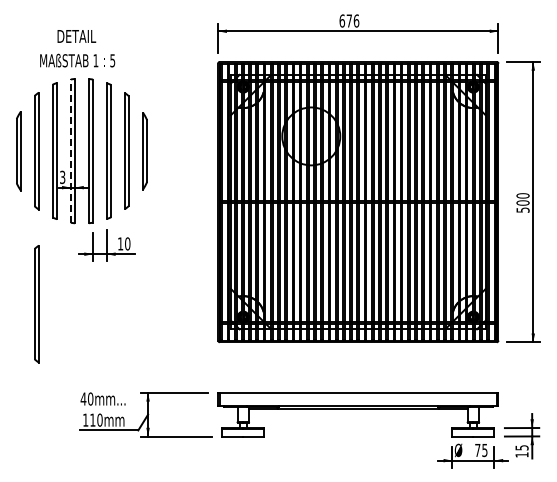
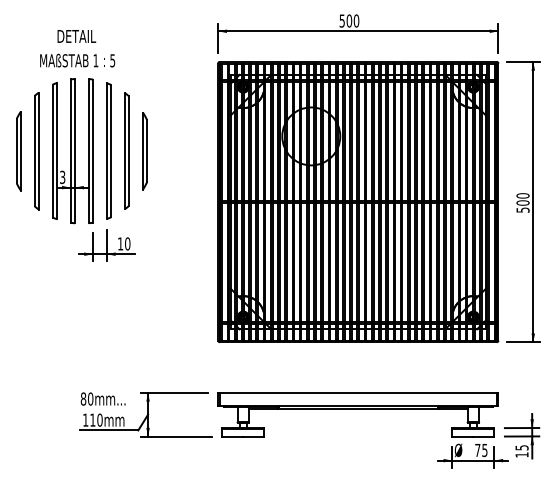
text at (349, 20): 676 -> 500
line at (70, 151): dashed -> solid
part at (36, 304): present -> none
text at (83, 398): 40mm... -> 80mm...
